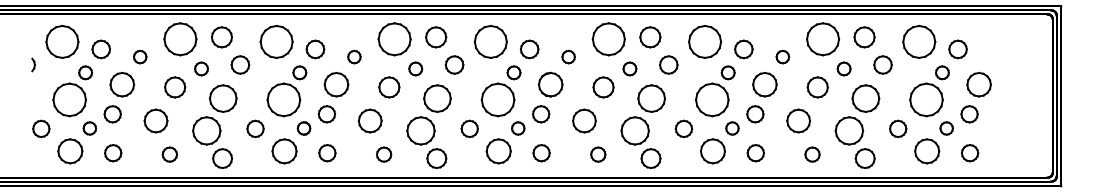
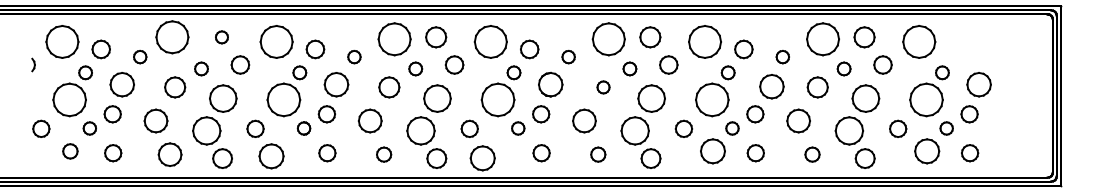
part at (221, 37) size: 22x23 px -> 14x15 px
part at (180, 39) position: (180, 39) -> (172, 37)
part at (957, 49): present -> none
part at (764, 84) position: (764, 84) -> (771, 86)
part at (603, 87) size: 23x23 px -> 15x15 px
part at (70, 151) size: 27x27 px -> 17x17 px
part at (284, 151) position: (284, 151) -> (271, 156)
part at (498, 151) position: (498, 151) -> (482, 158)
part at (169, 154) size: 17x17 px -> 26x25 px
